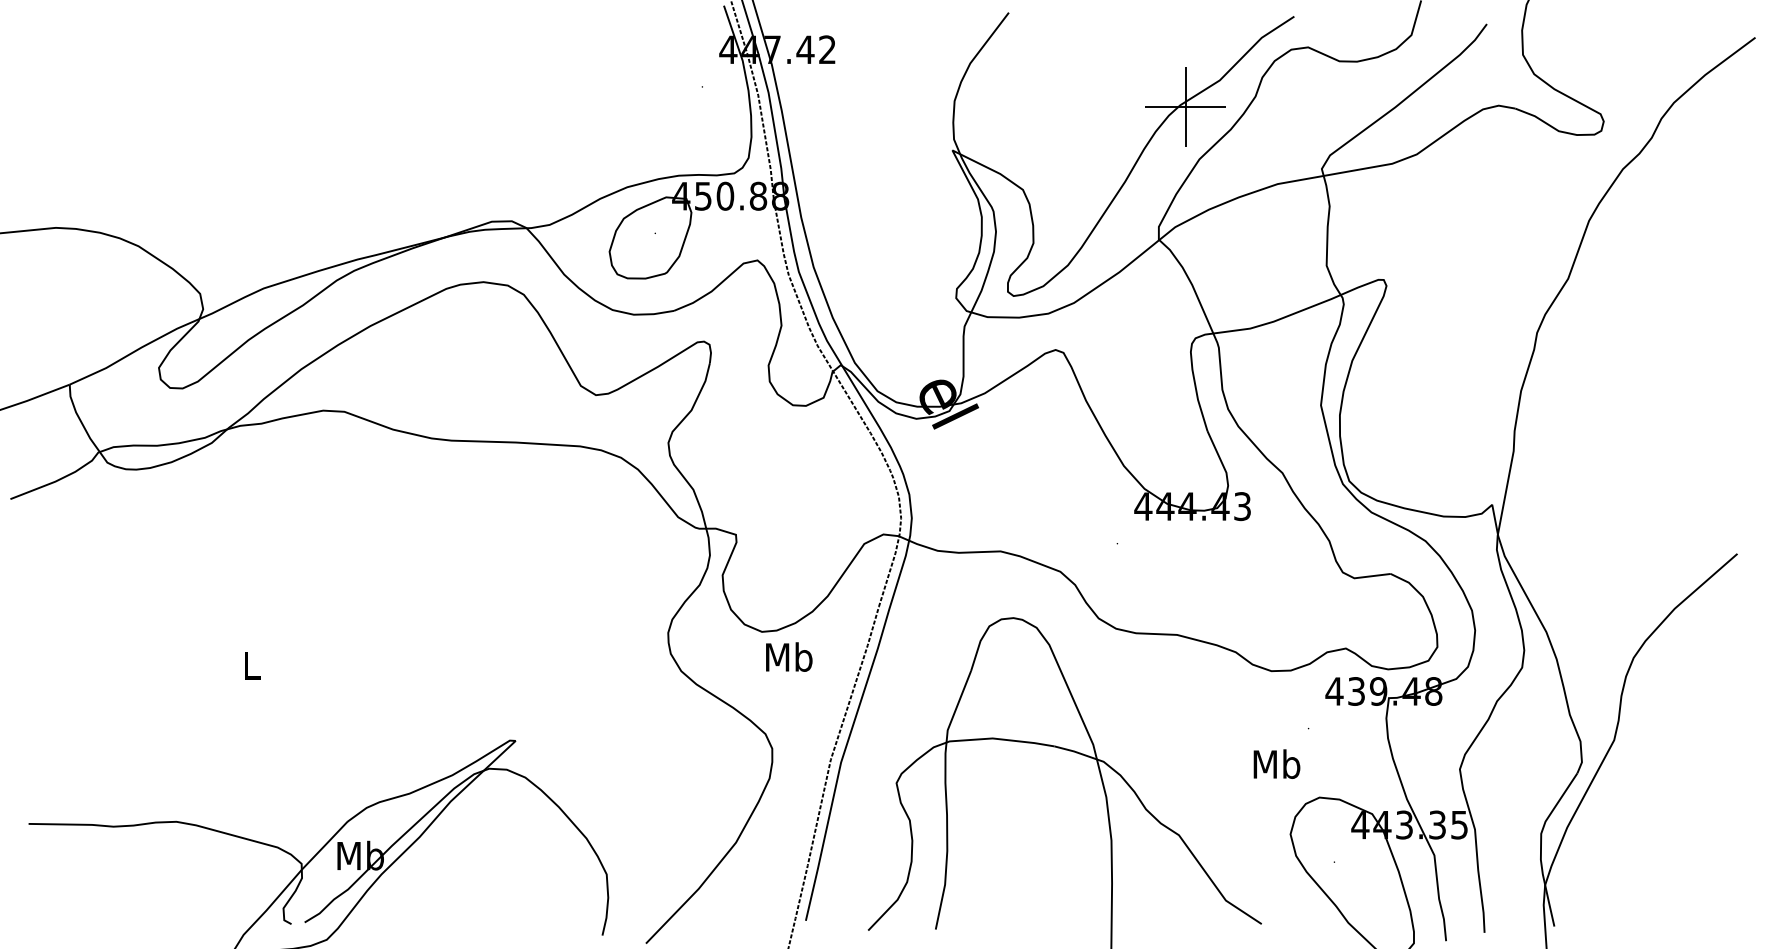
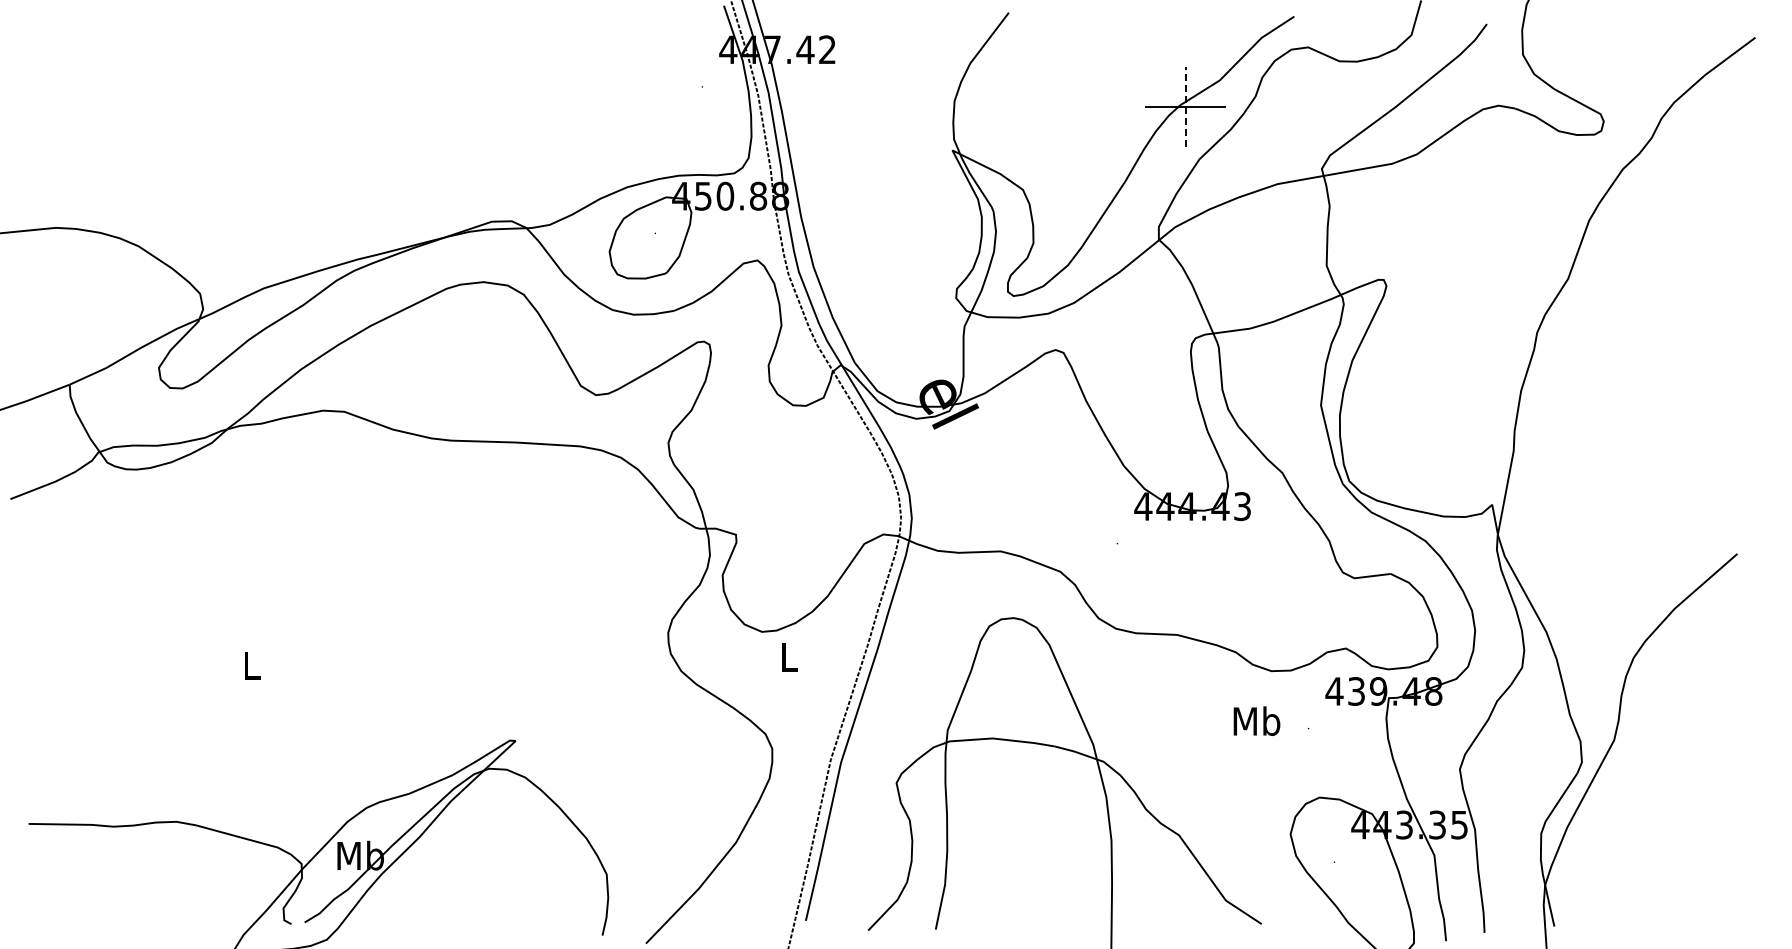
line at (1185, 106): solid -> dashed
text at (789, 656): Mb -> L
text at (1276, 763) position: (1276, 763) -> (1256, 720)
